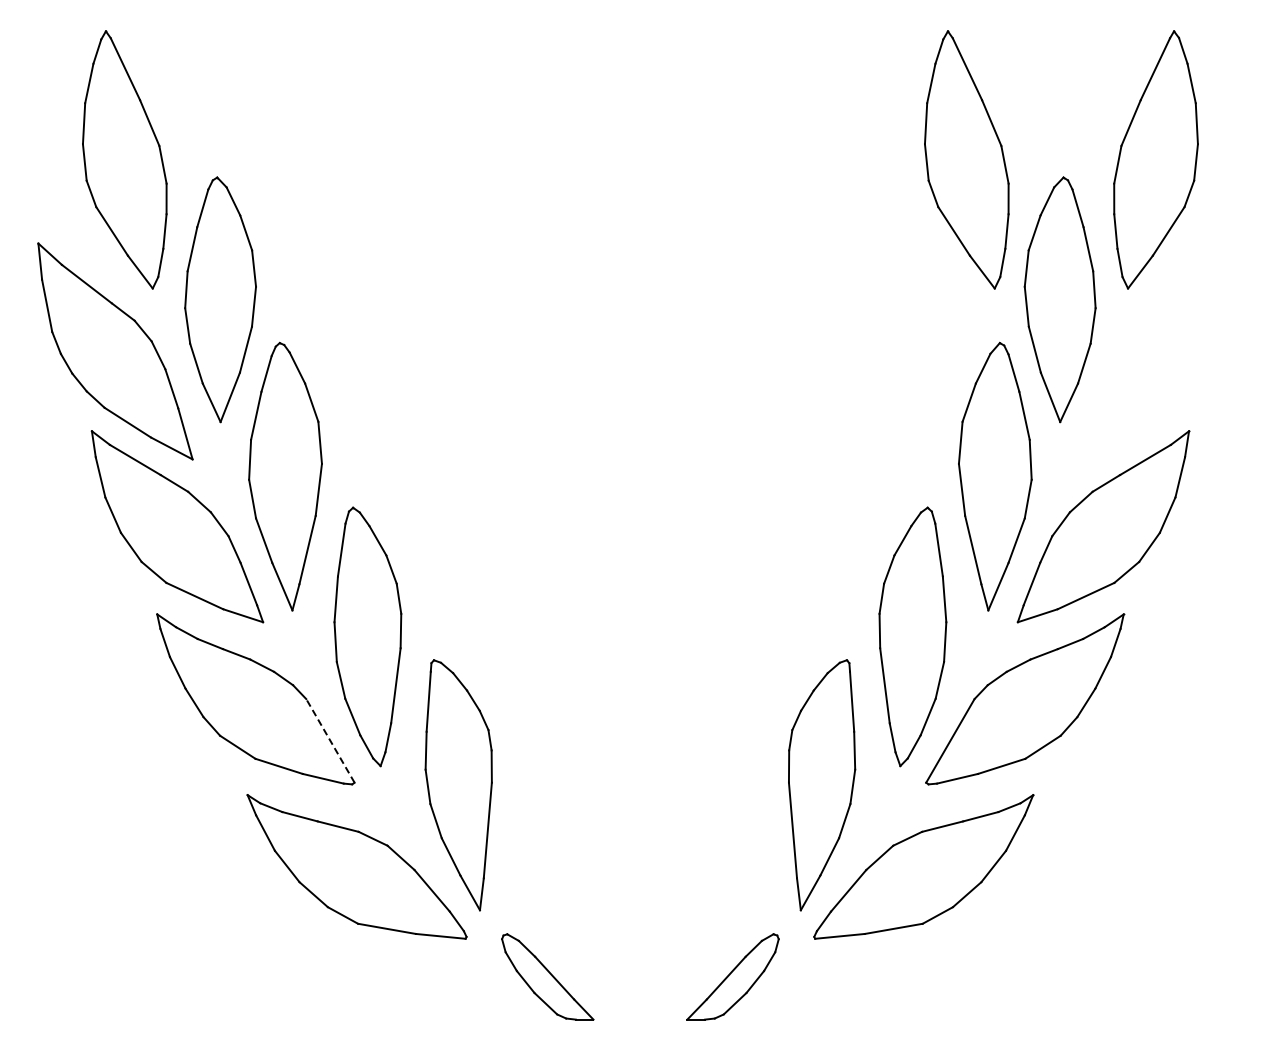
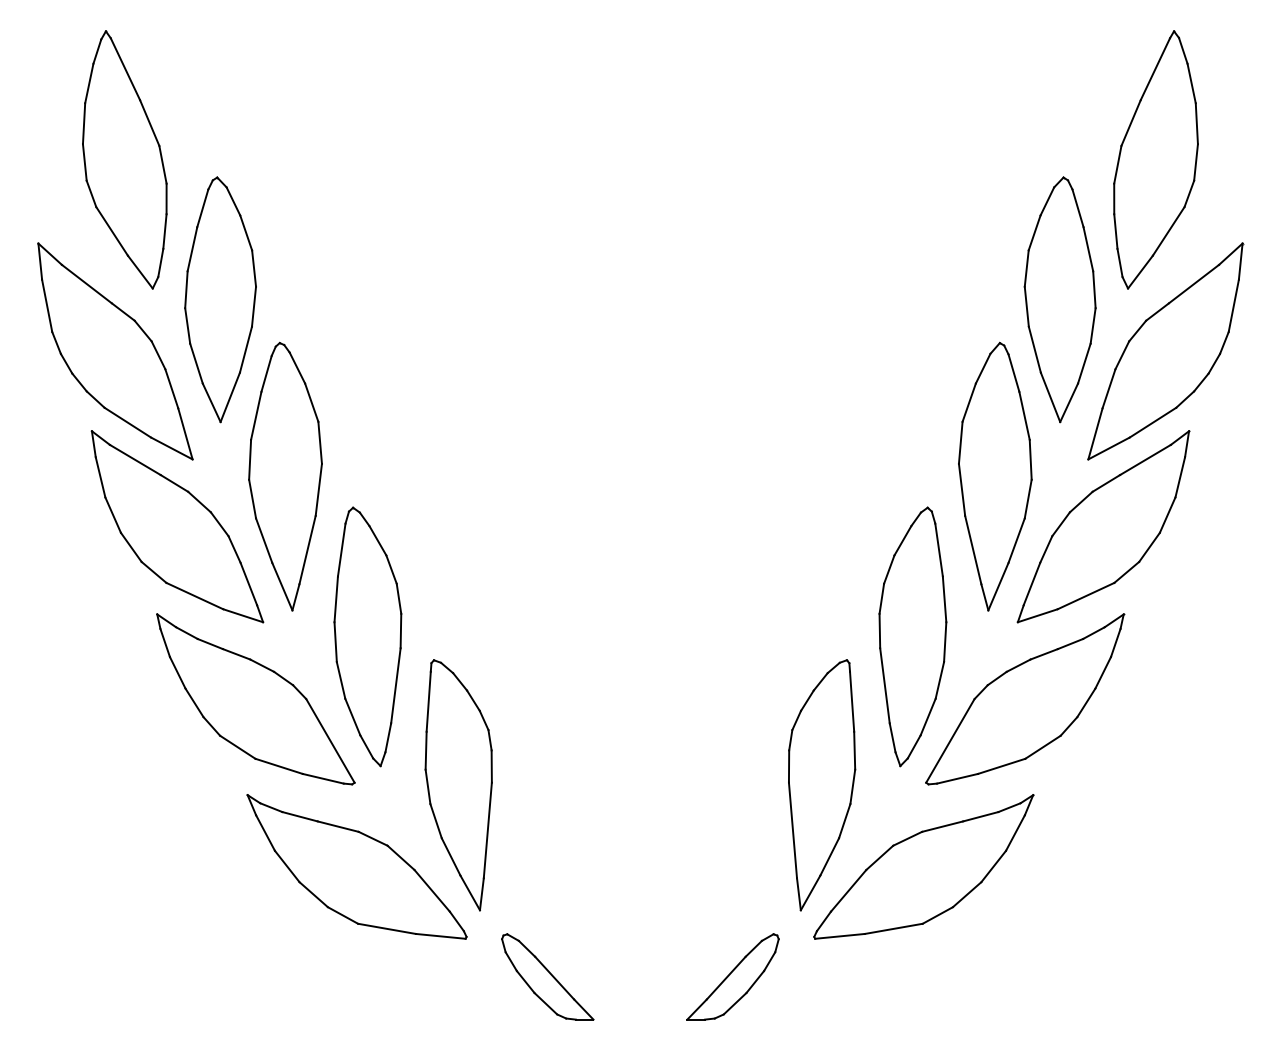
part at (966, 159): present -> none
part at (1165, 351): none -> present
line at (330, 740): dashed -> solid
